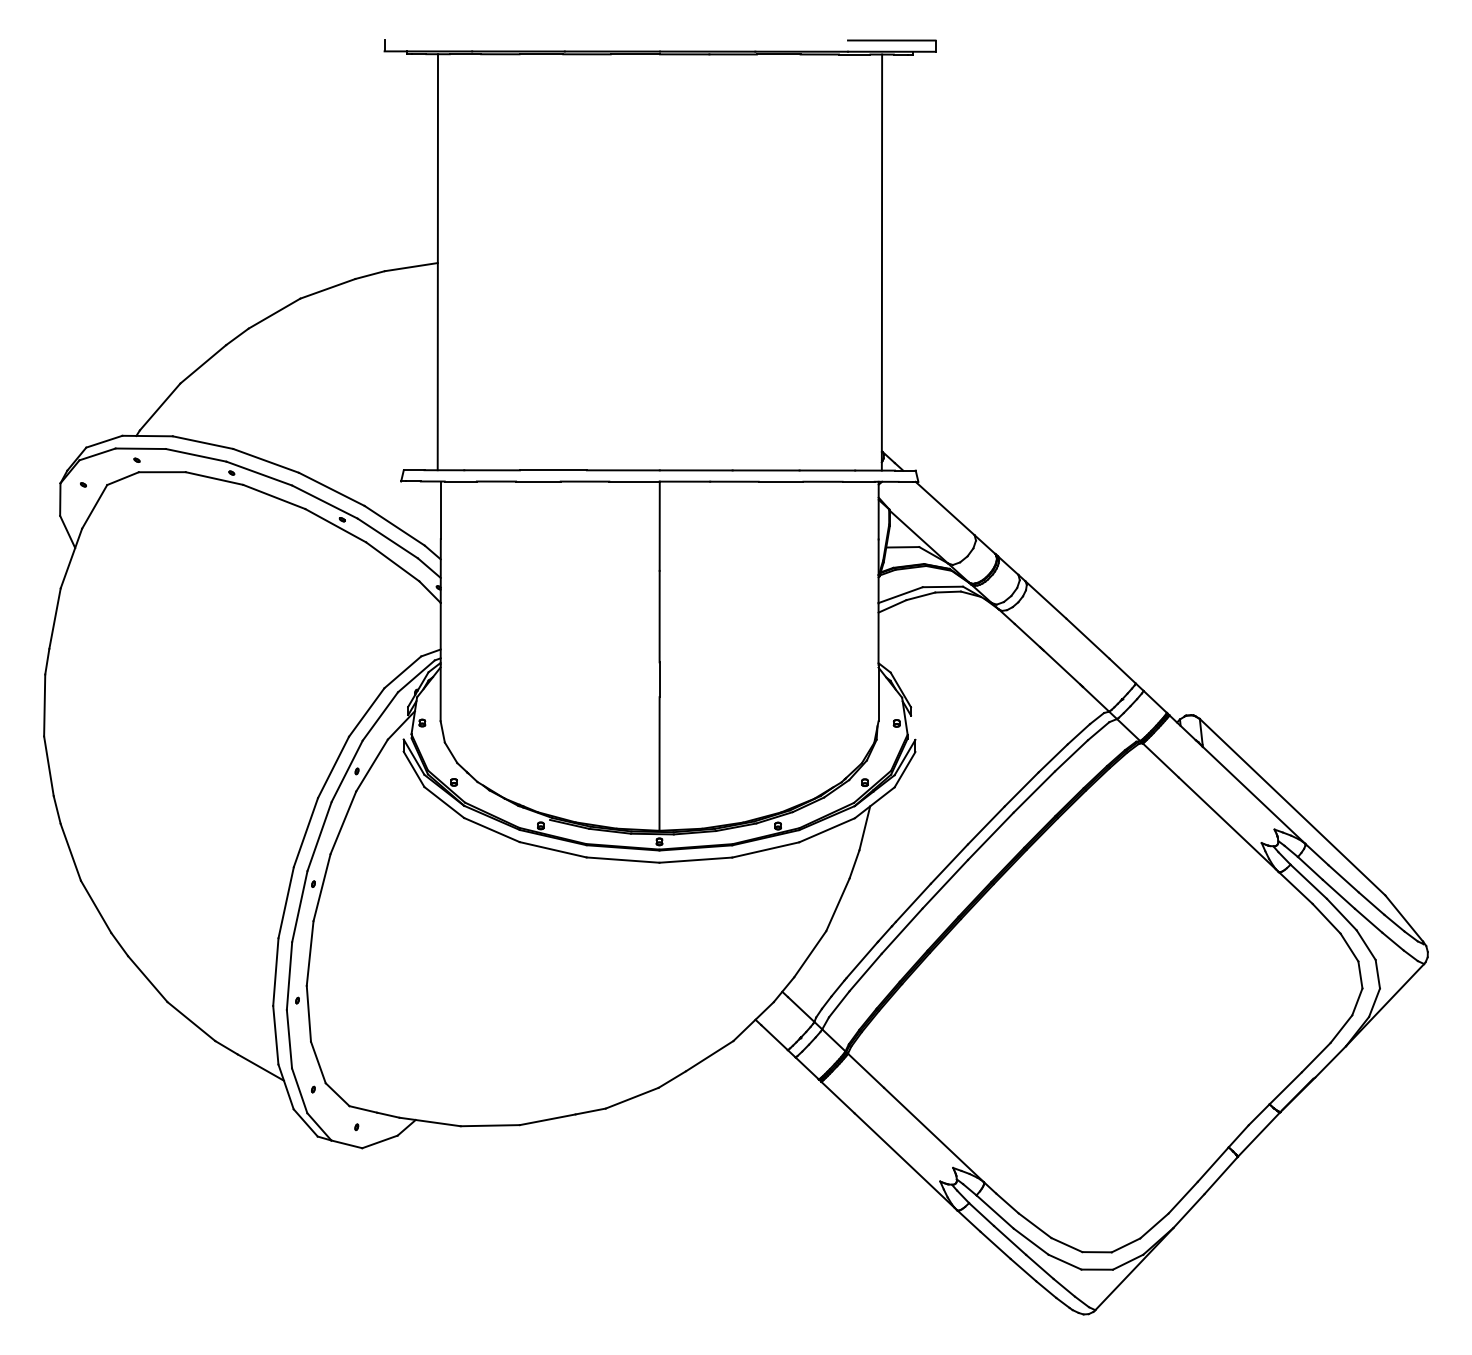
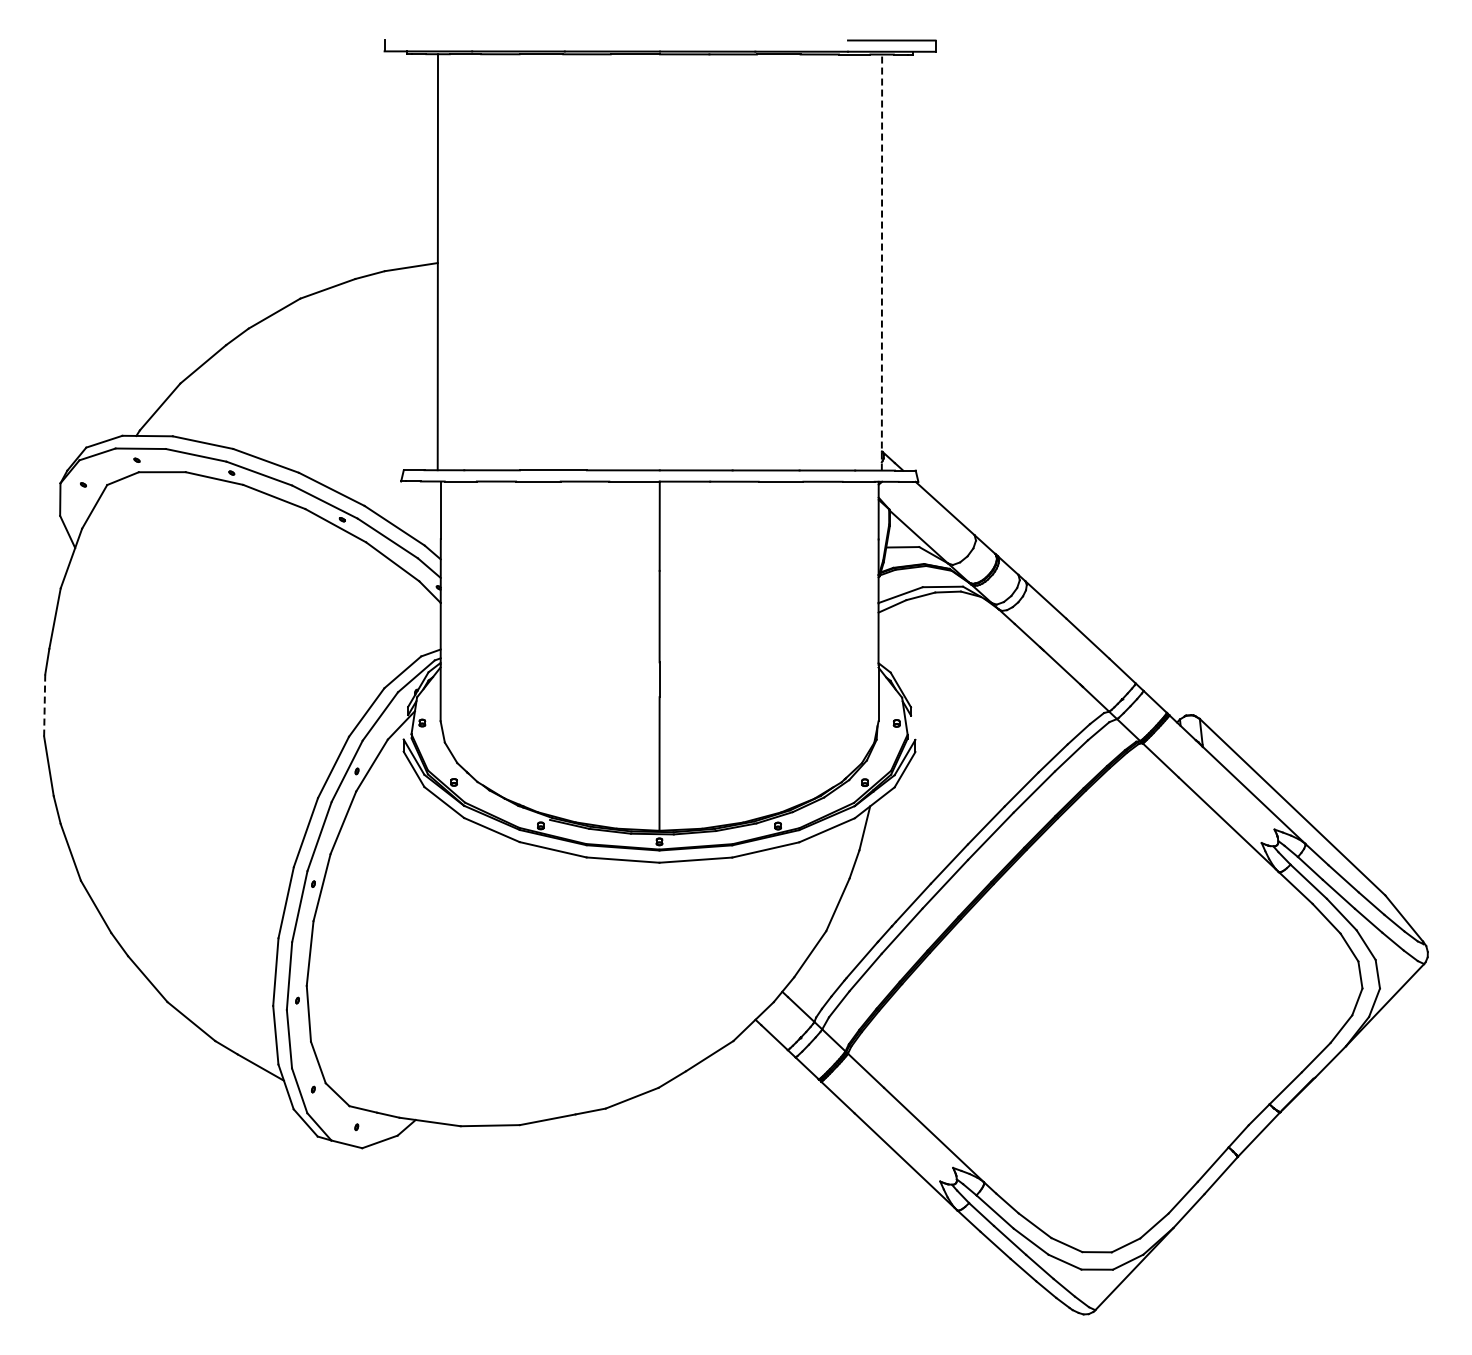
line at (881, 262): solid -> dashed
line at (44, 705): solid -> dashed
